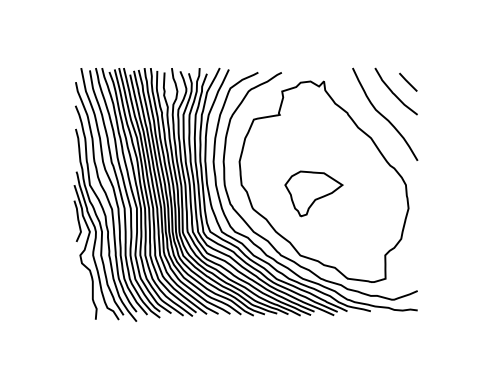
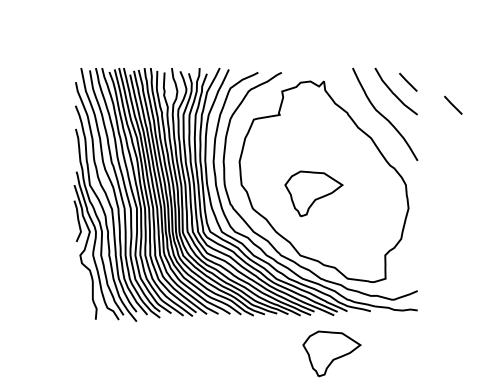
line at (453, 104): none -> present
part at (331, 353): none -> present
